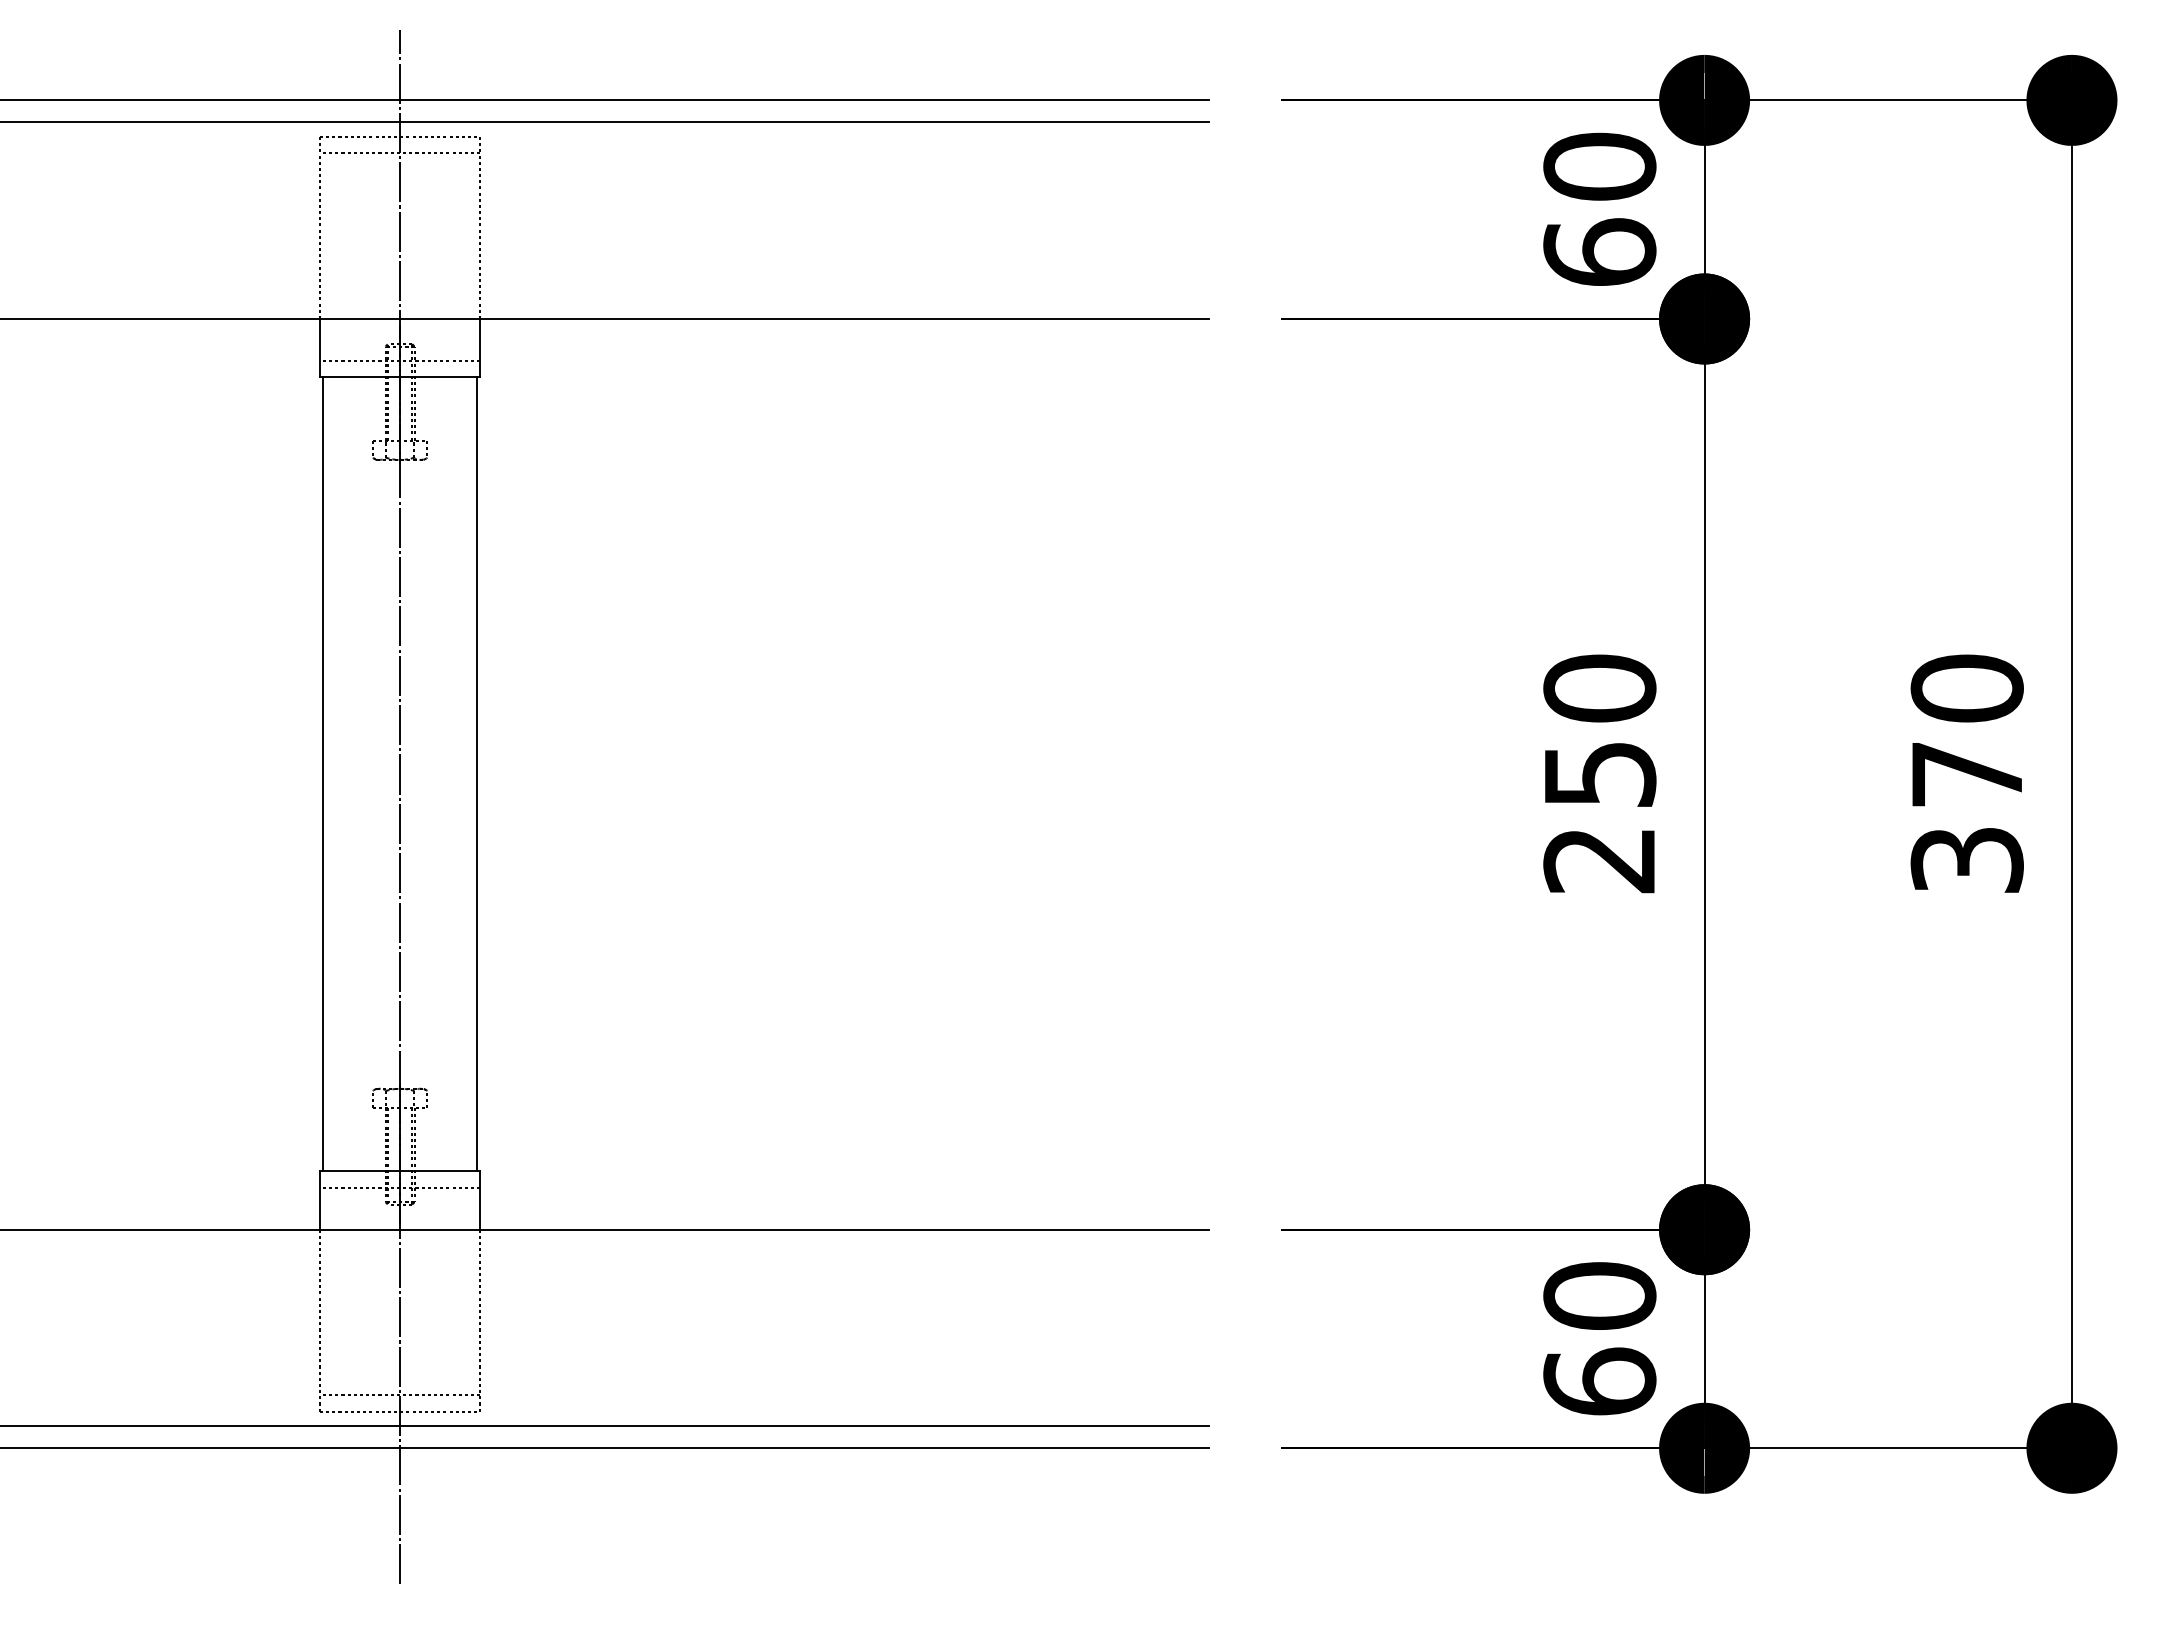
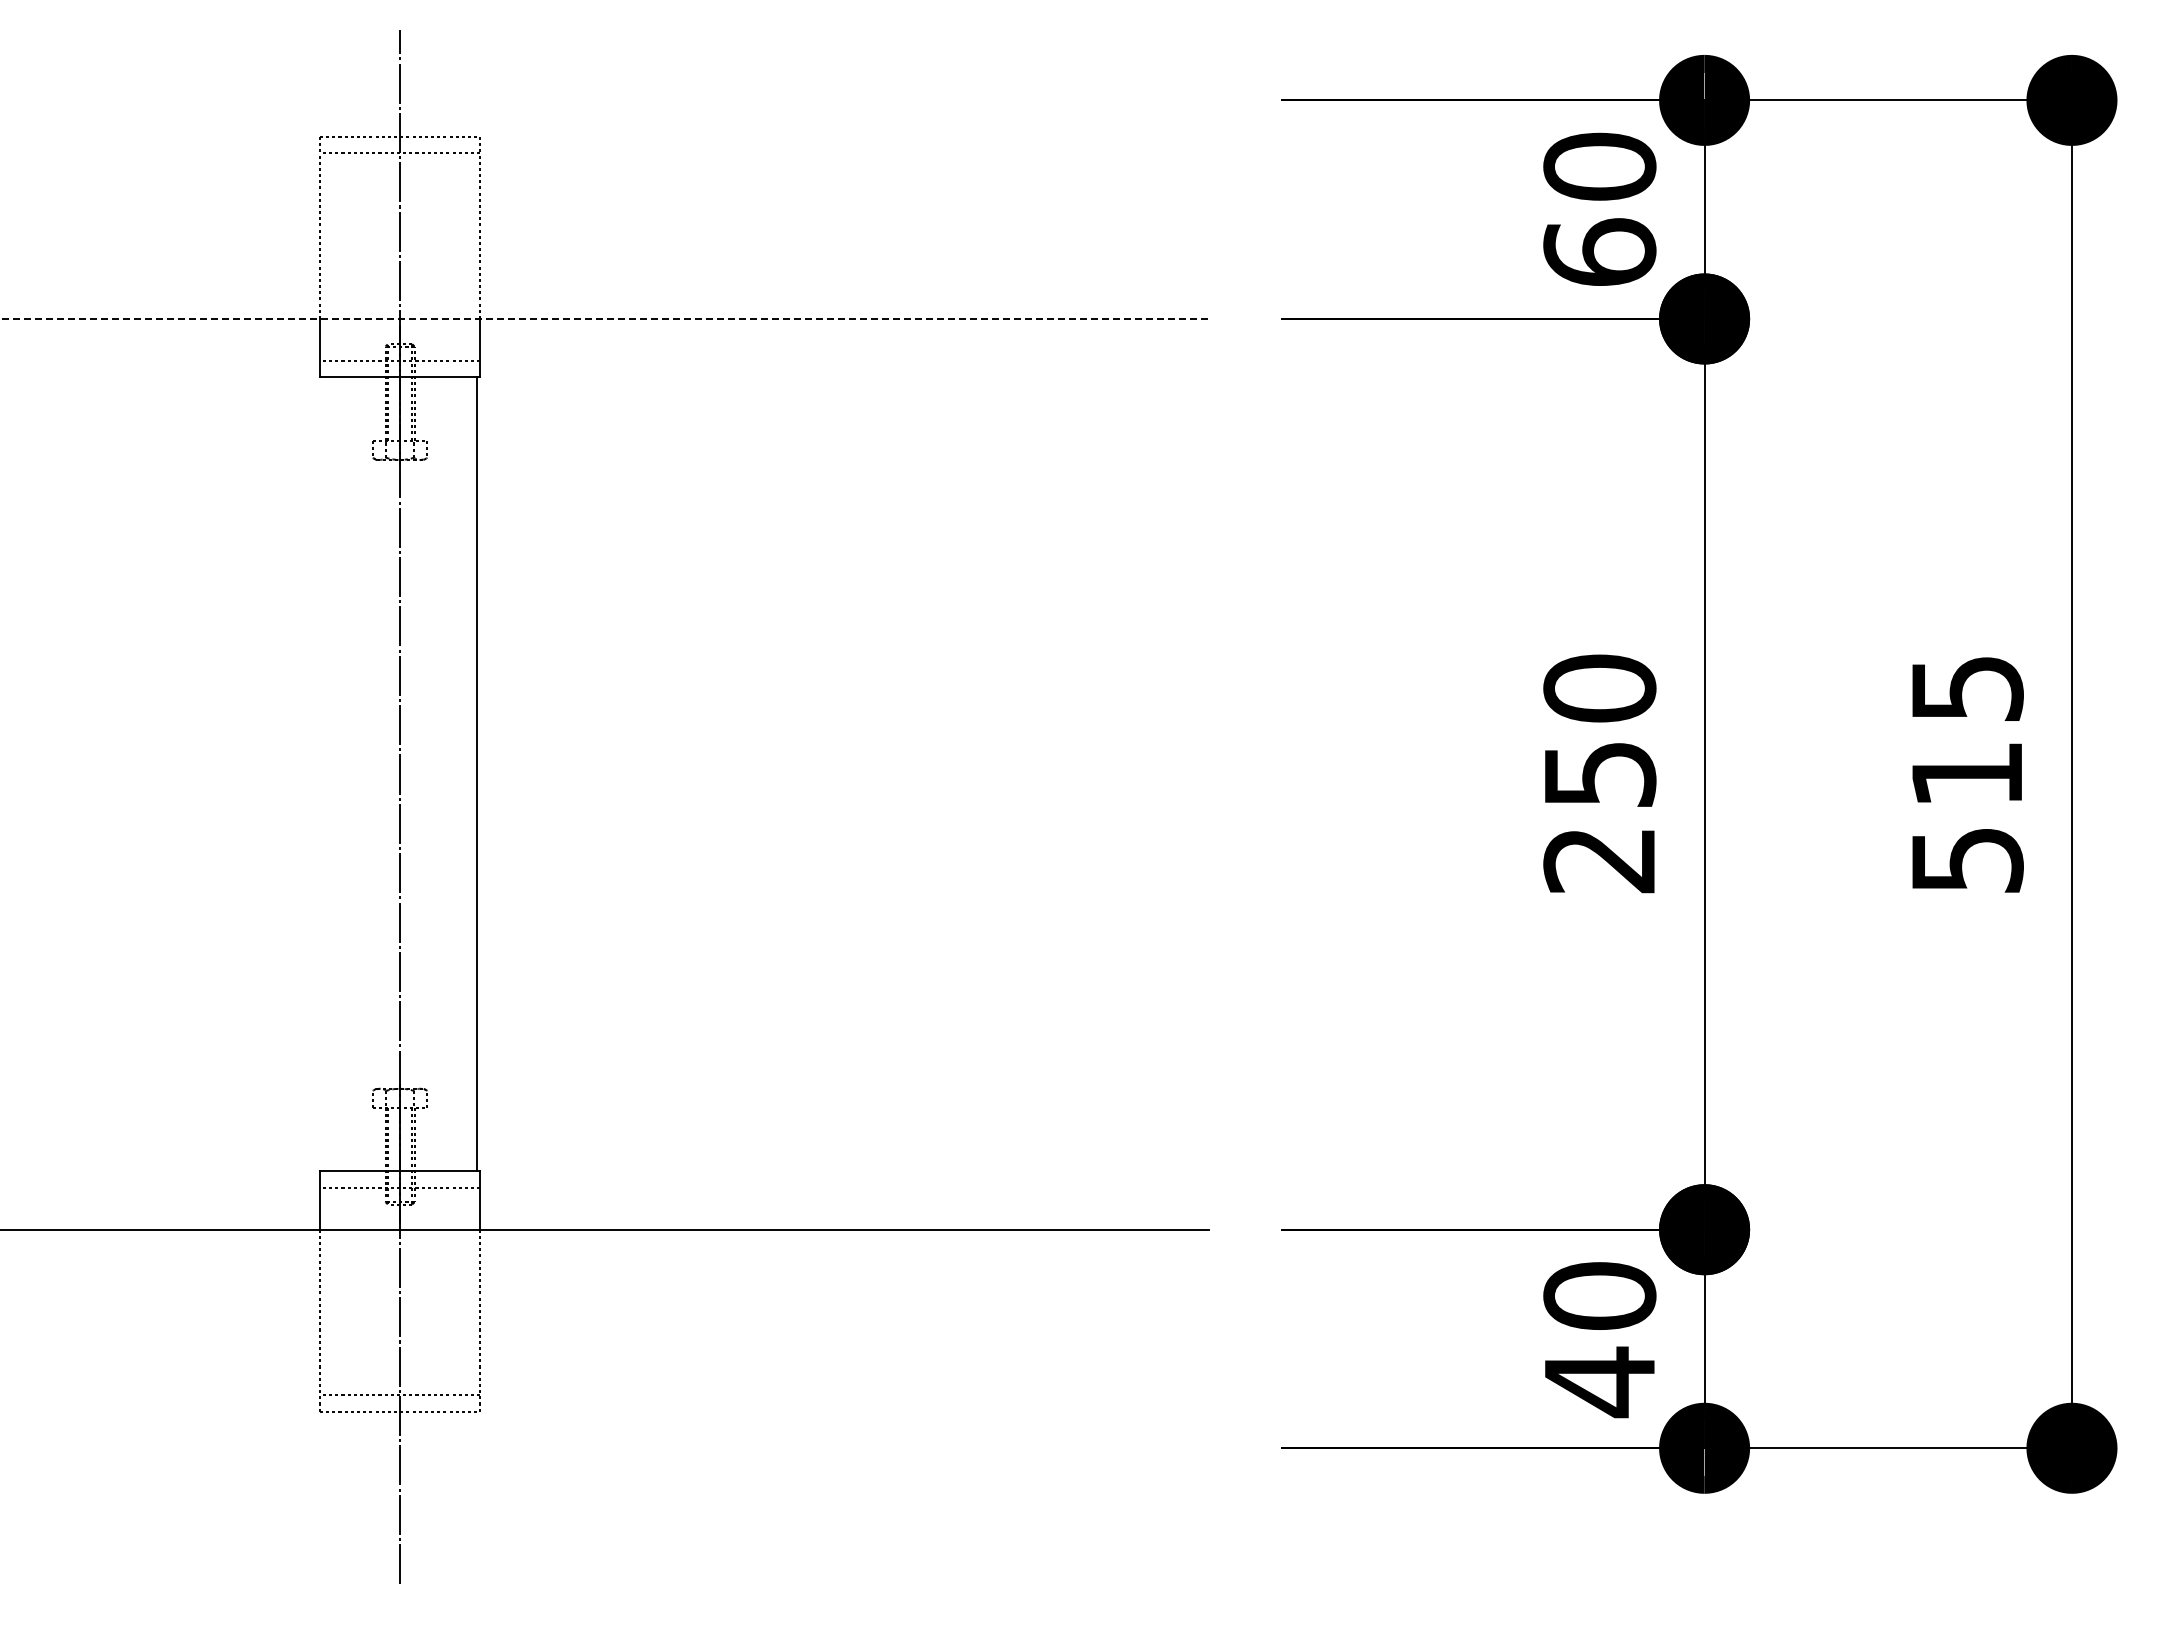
line at (605, 100): present -> none
line at (605, 122): present -> none
line at (604, 318): solid -> dashed
text at (1966, 773): 370 -> 515
line at (322, 774): present -> none
text at (1599, 1382): 60 -> 40
line at (605, 1426): present -> none
line at (605, 1448): present -> none
